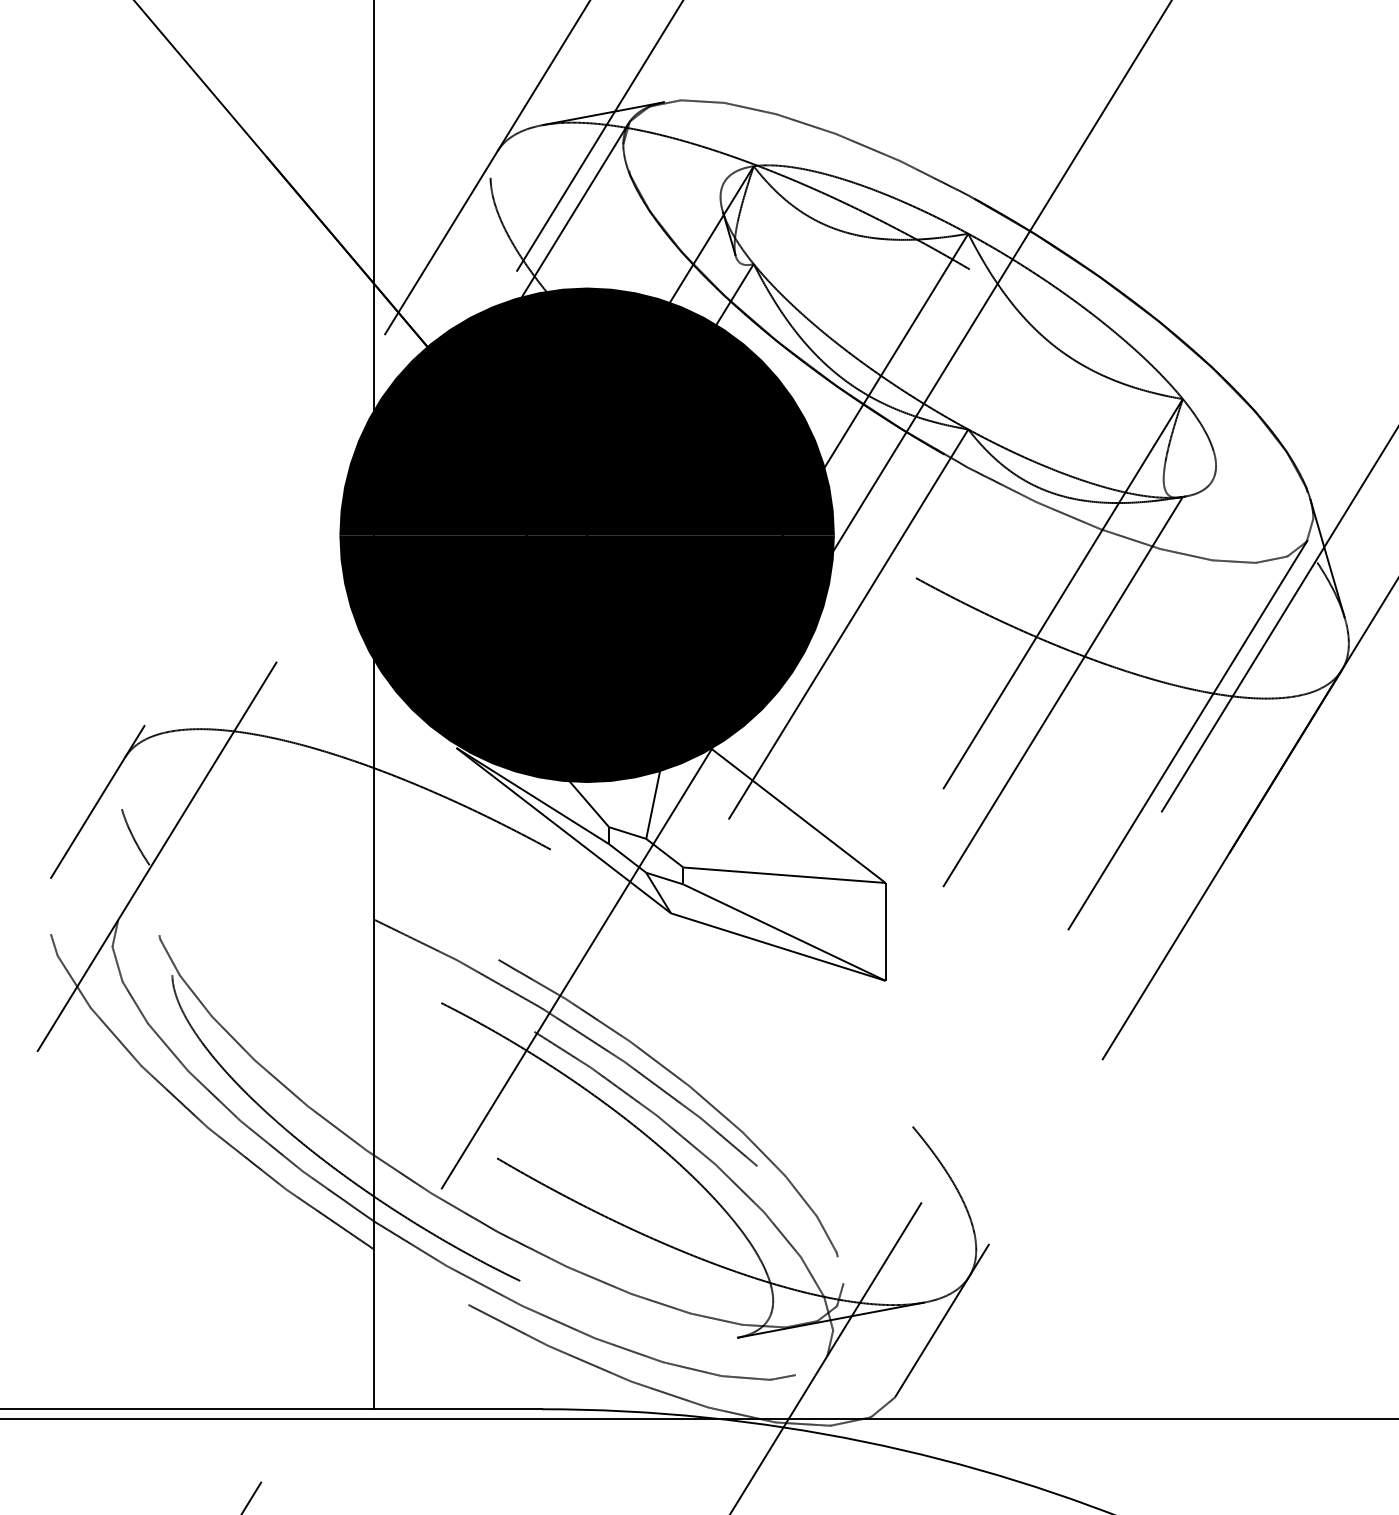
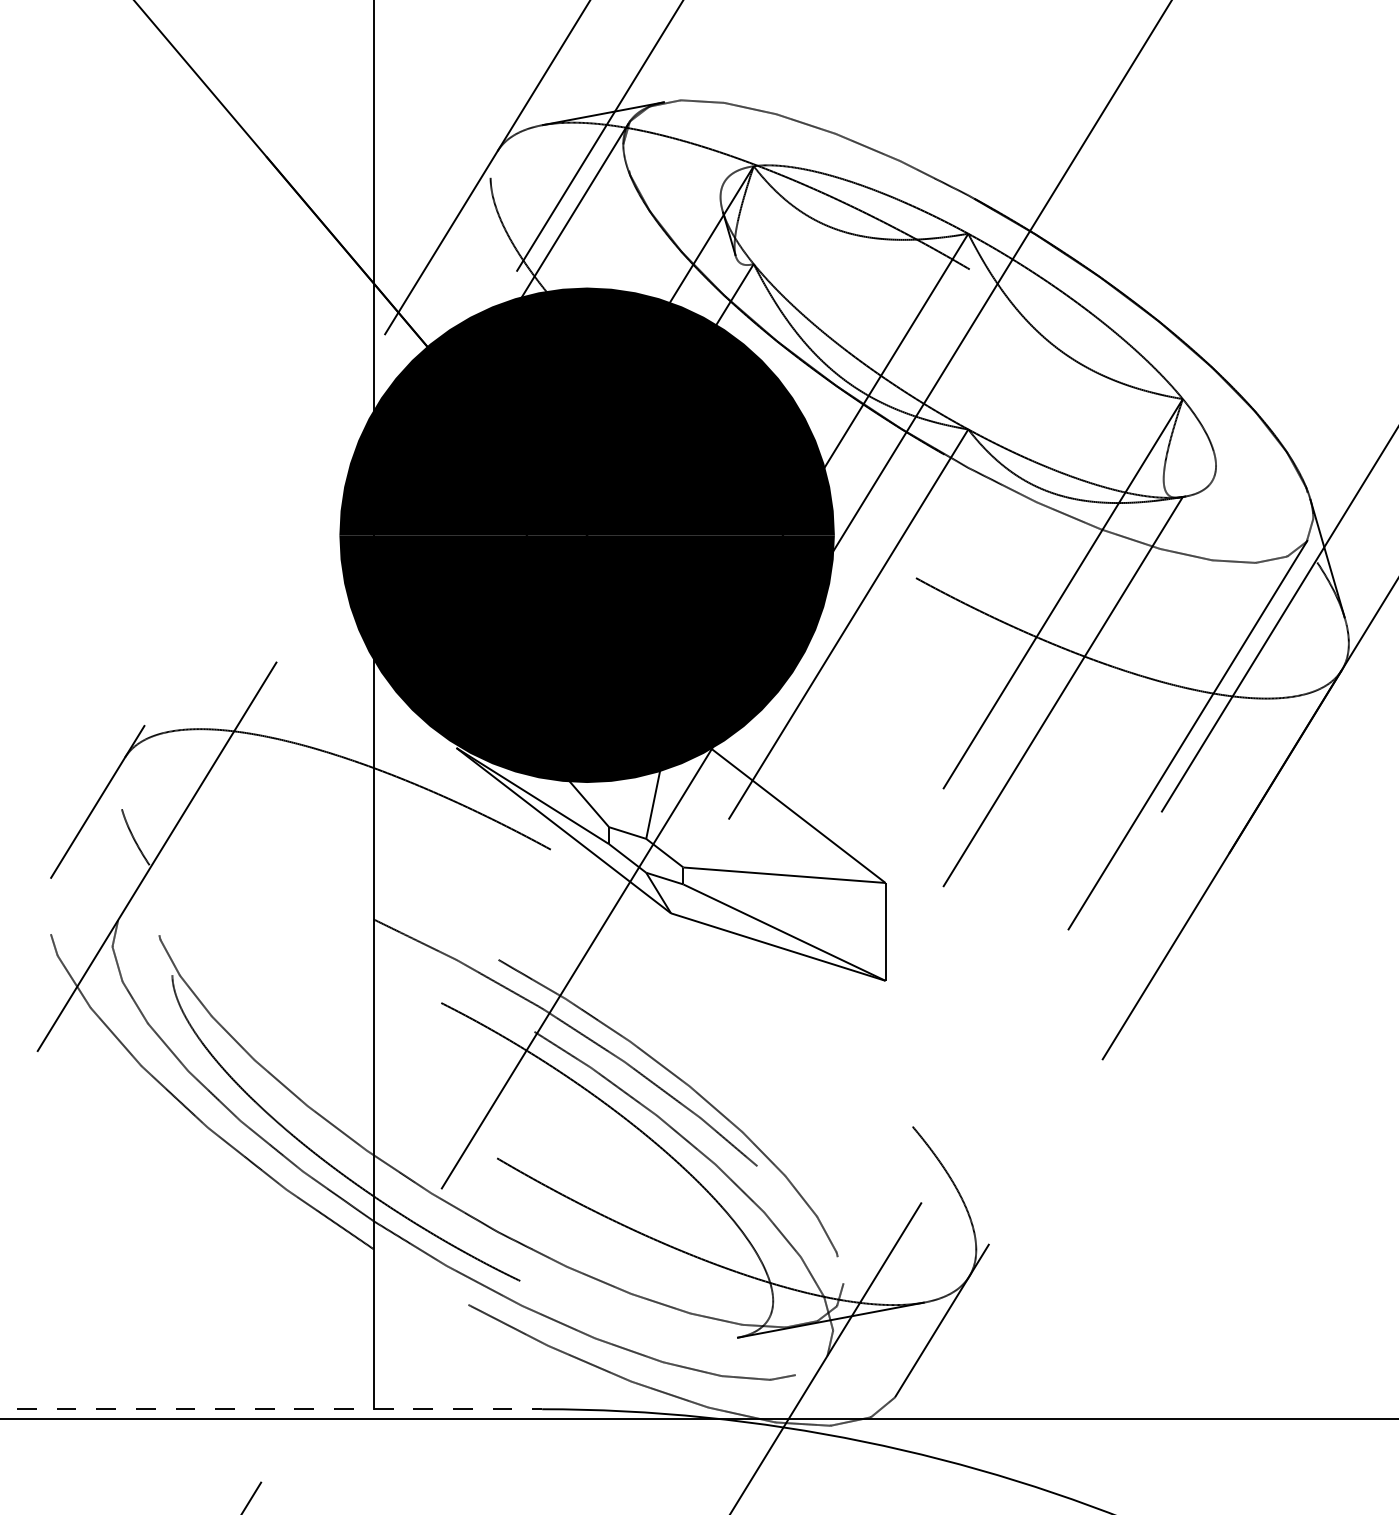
line at (271, 1409): solid -> dashed
